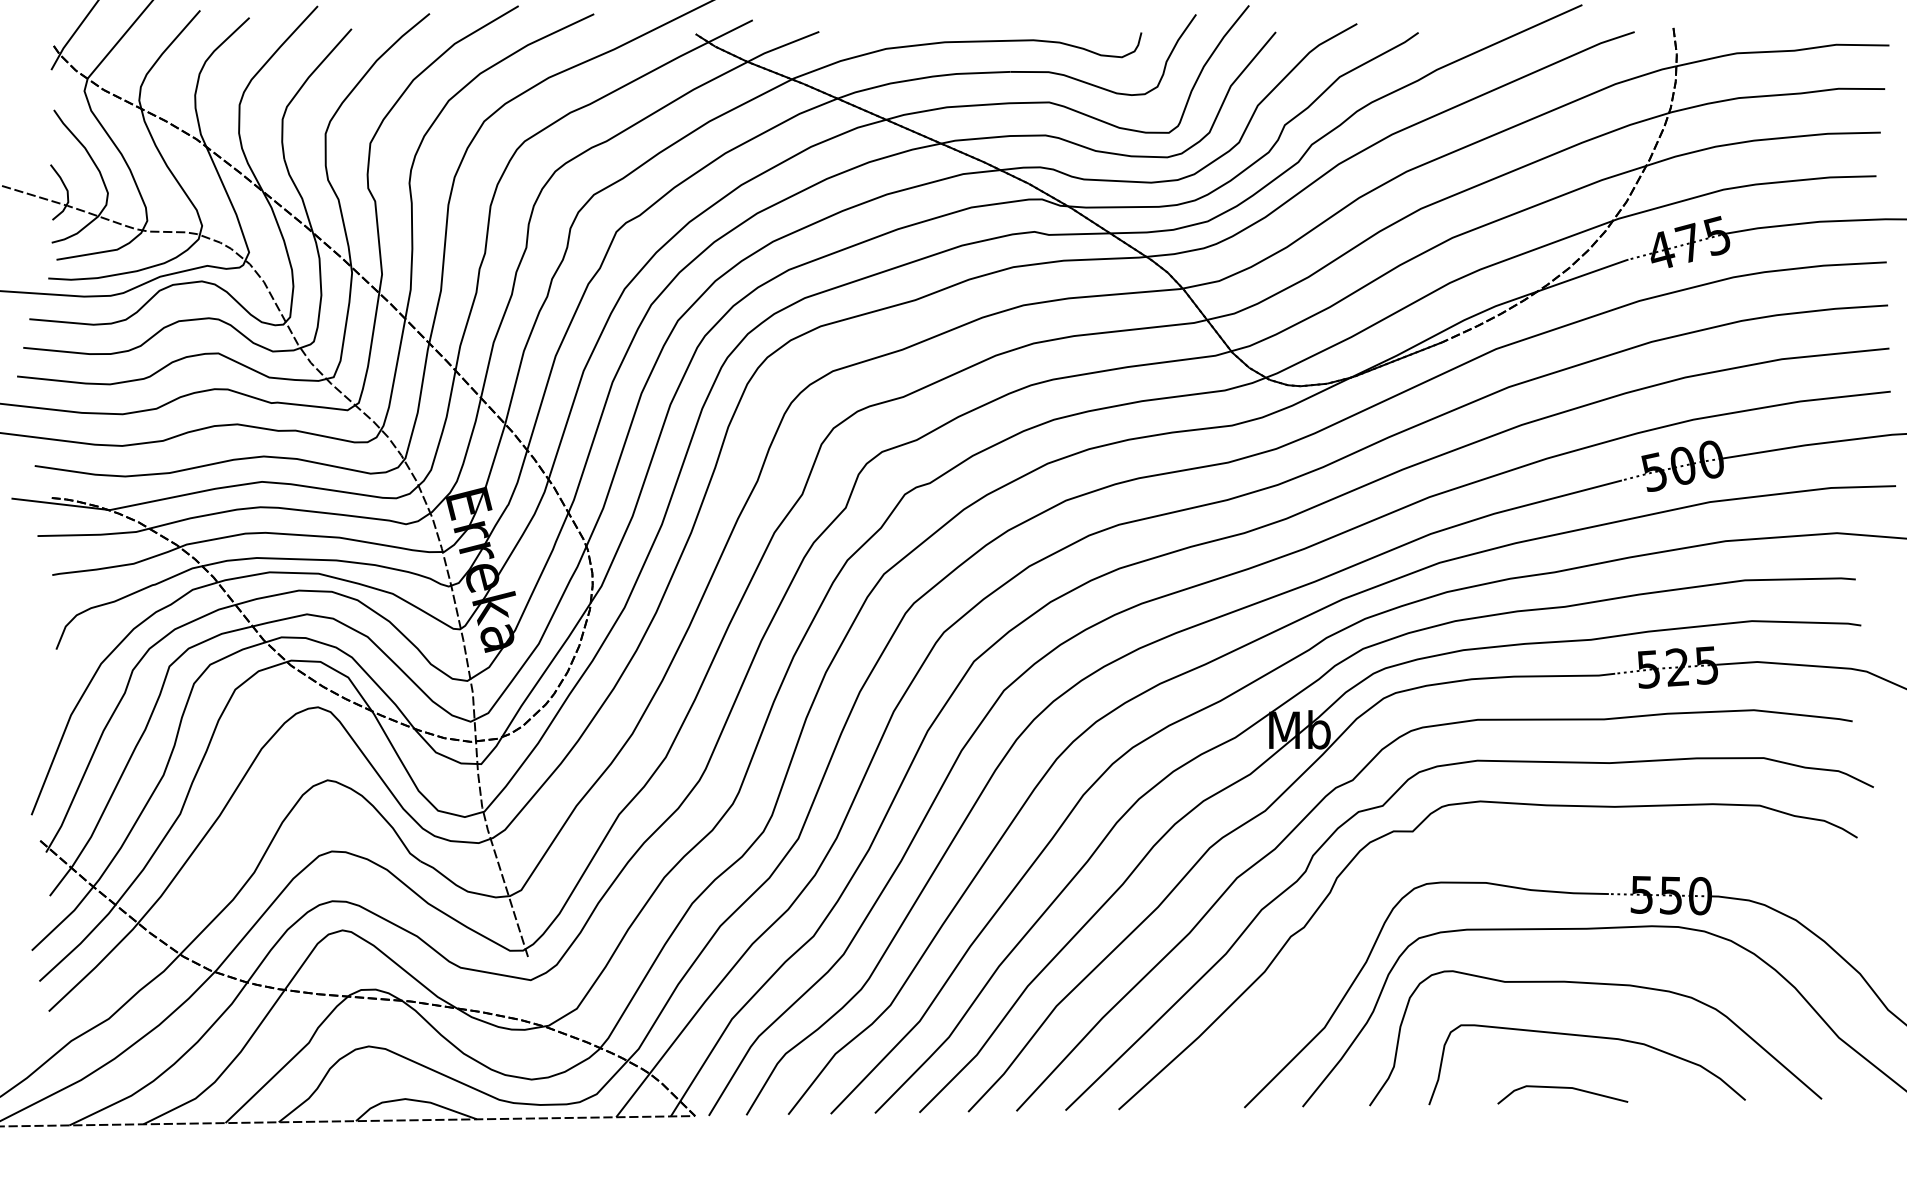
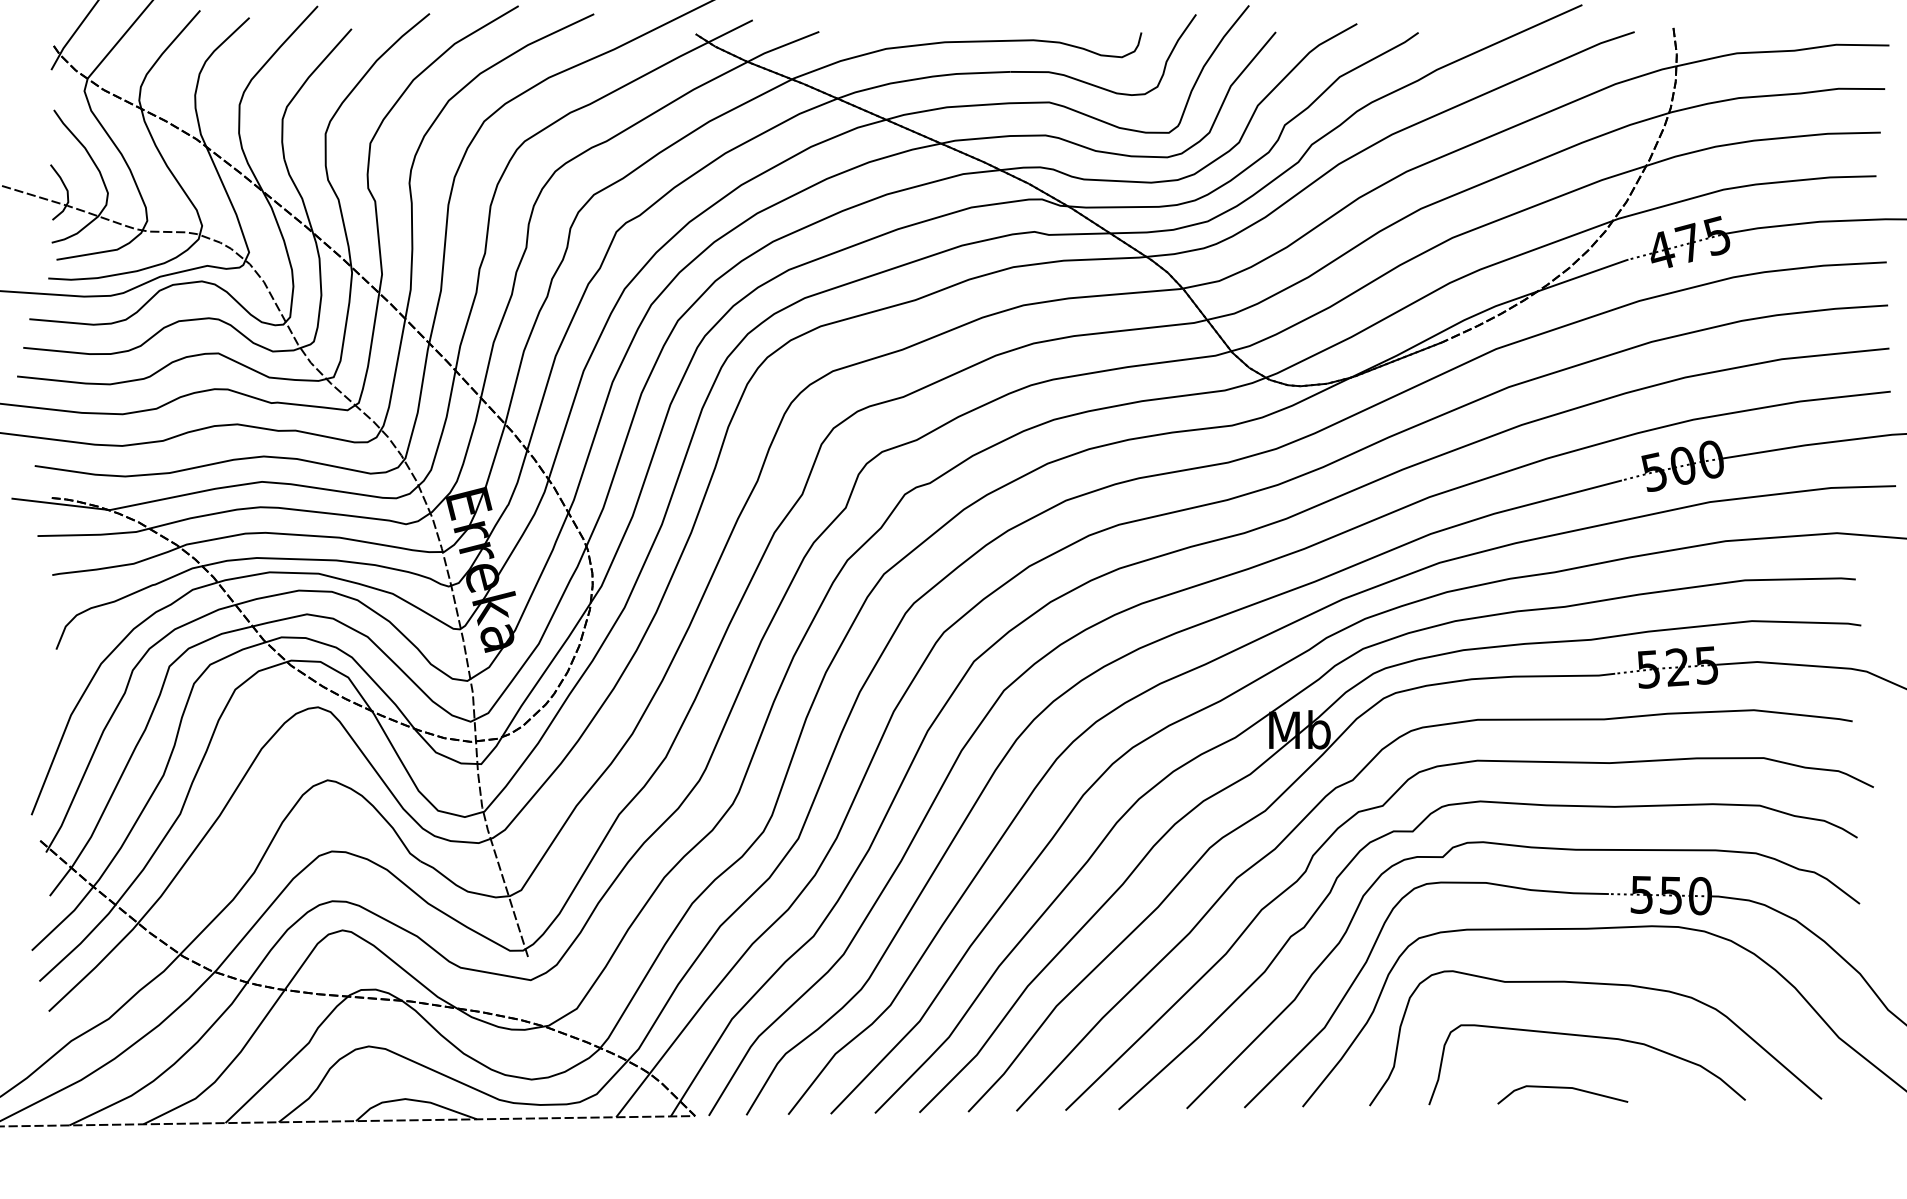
curve at (1529, 848): none -> present
